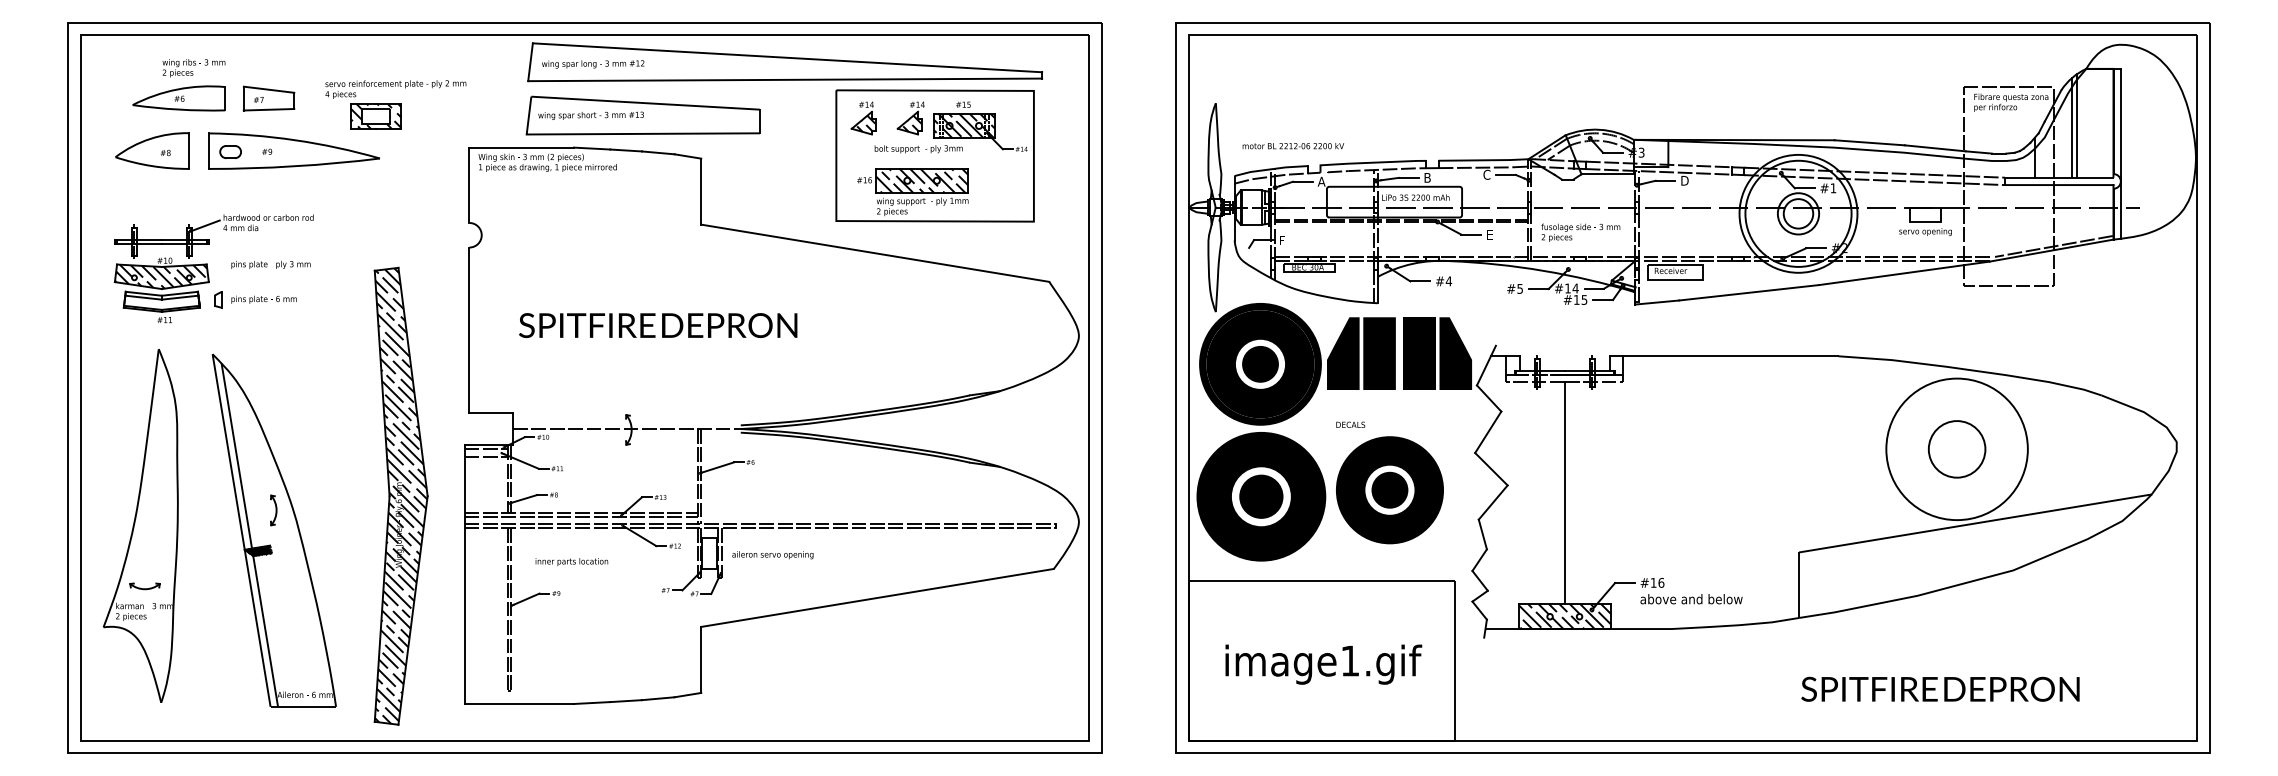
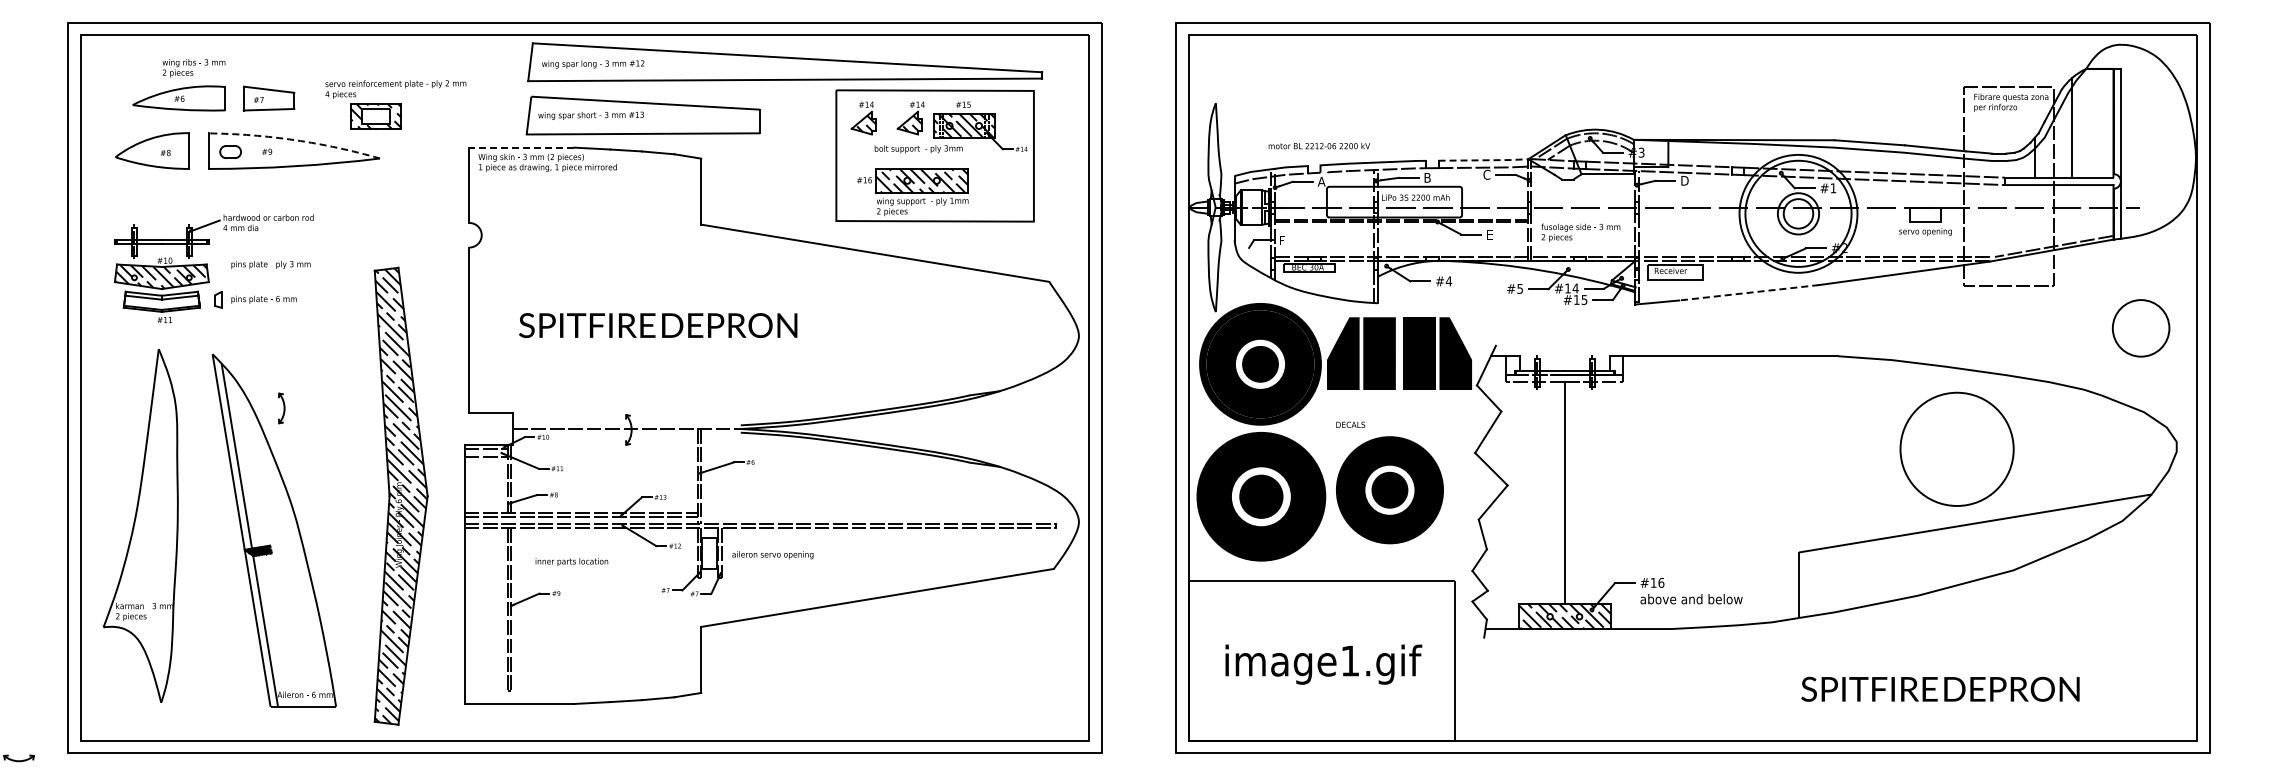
line at (2076, 125): present -> none
arc at (295, 140): solid -> dashed
text at (1293, 146) position: (1293, 146) -> (1319, 146)
line at (521, 147): solid -> dashed
line at (1485, 160): solid -> dashed
line at (1748, 292): solid -> dashed
circle at (1956, 449) diameter: 142 px -> 113 px
circle at (1956, 449) position: (1956, 449) -> (2140, 328)
part at (273, 510) position: (273, 510) -> (281, 408)
part at (144, 586) position: (144, 586) -> (18, 758)
